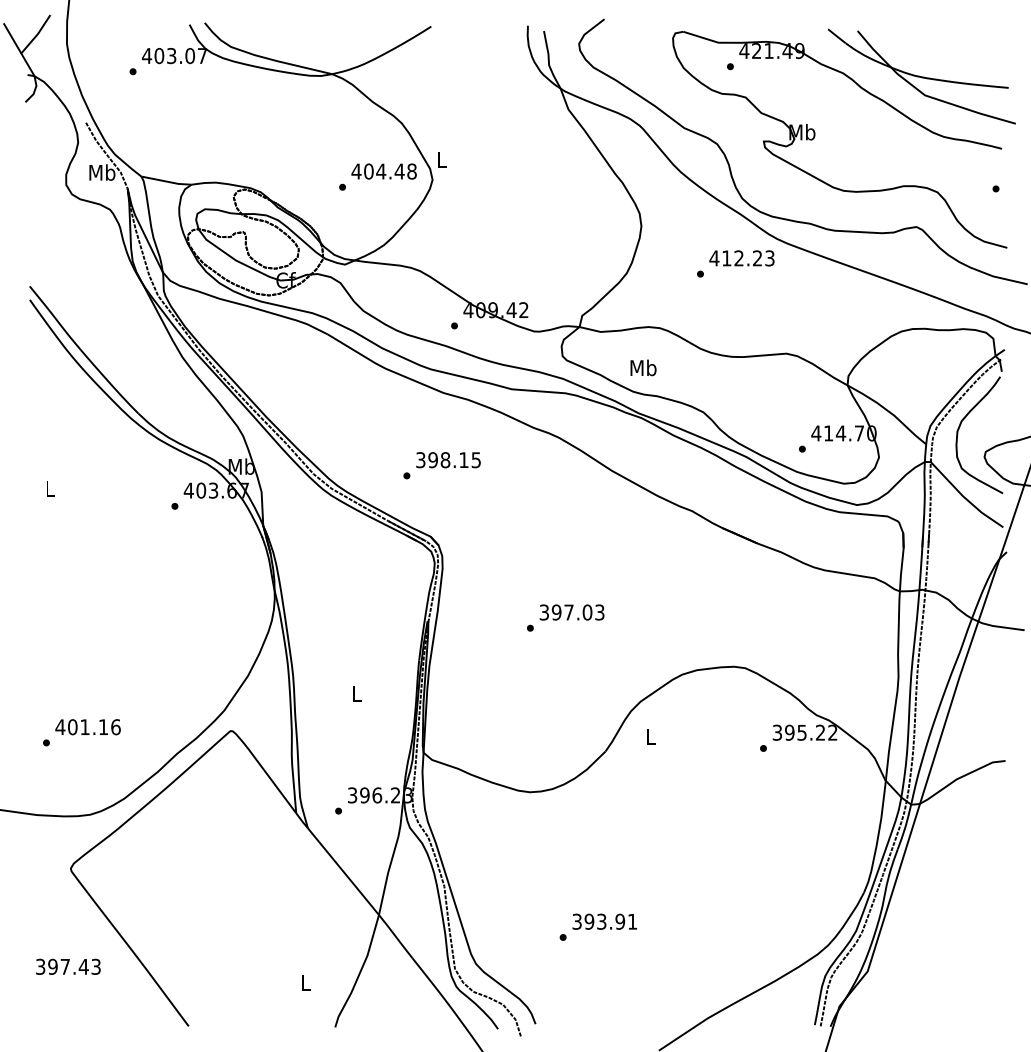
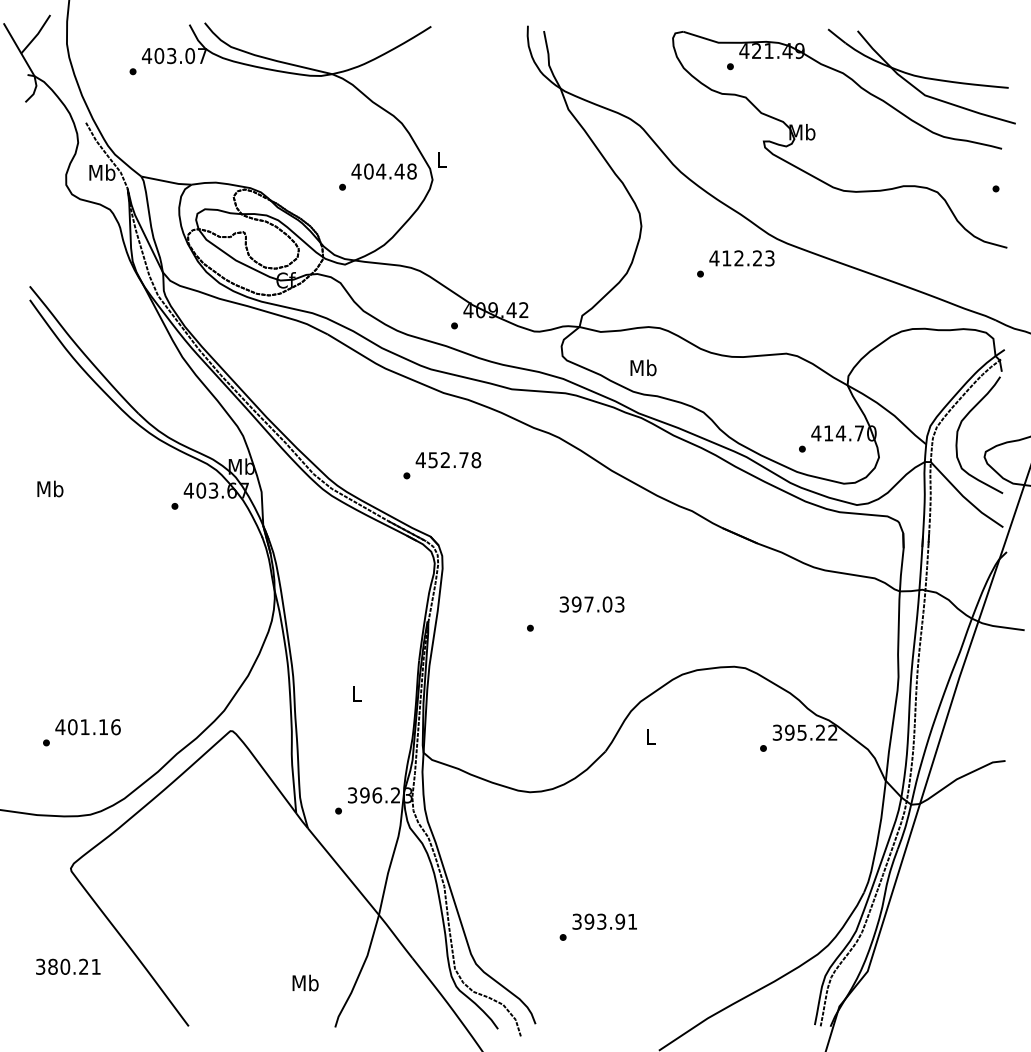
curve at (787, 218): present -> none
text at (448, 460): 398.15 -> 452.78
text at (50, 488): L -> Mb
text at (571, 612) position: (571, 612) -> (591, 604)
text at (74, 966): 397.43 -> 380.21
text at (305, 982): L -> Mb
